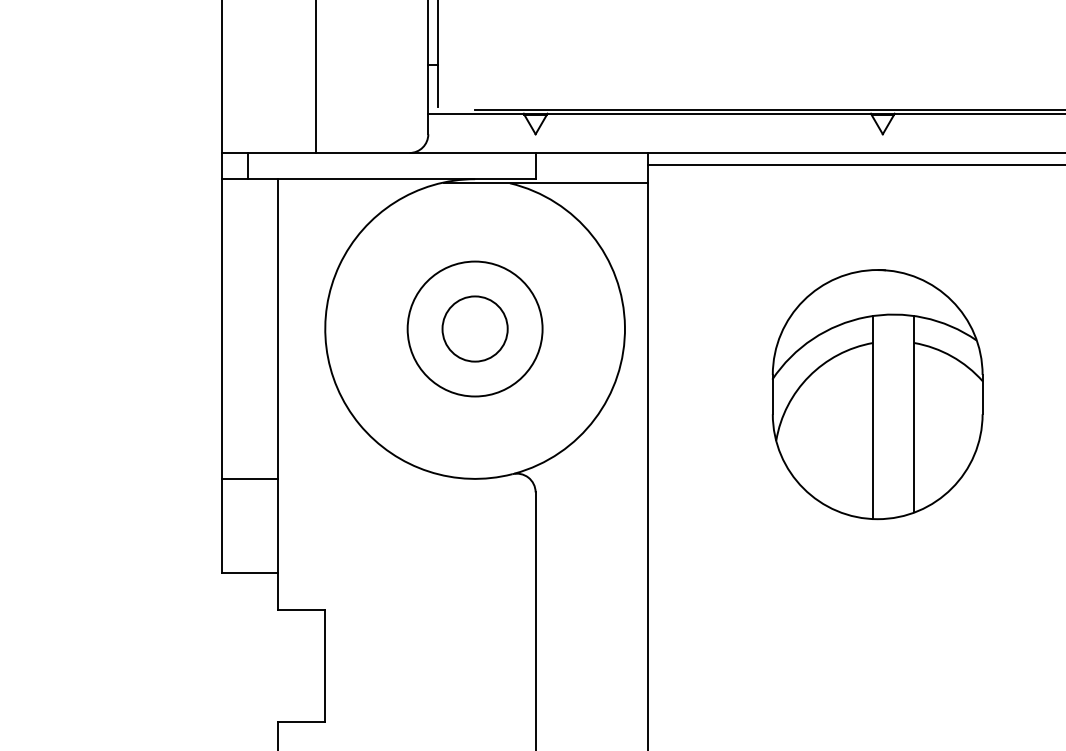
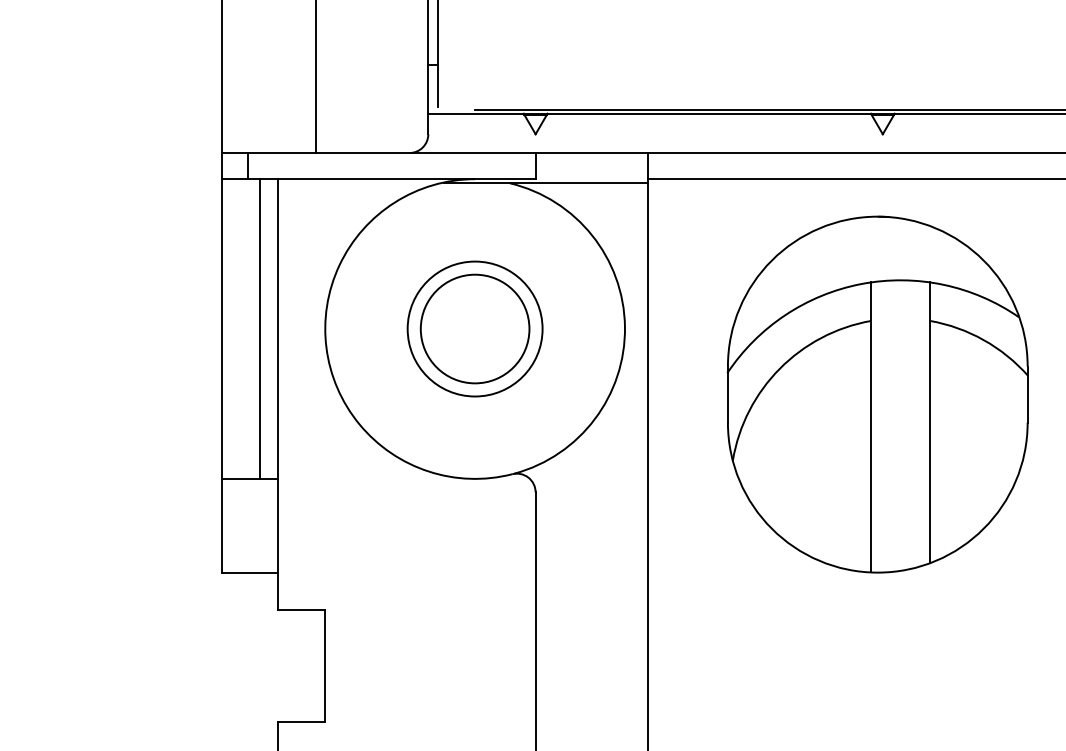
line at (855, 165) position: (855, 165) -> (855, 179)
line at (259, 328): none -> present
circle at (474, 328) diameter: 65 px -> 109 px
part at (877, 394) size: 213x252 px -> 303x359 px
